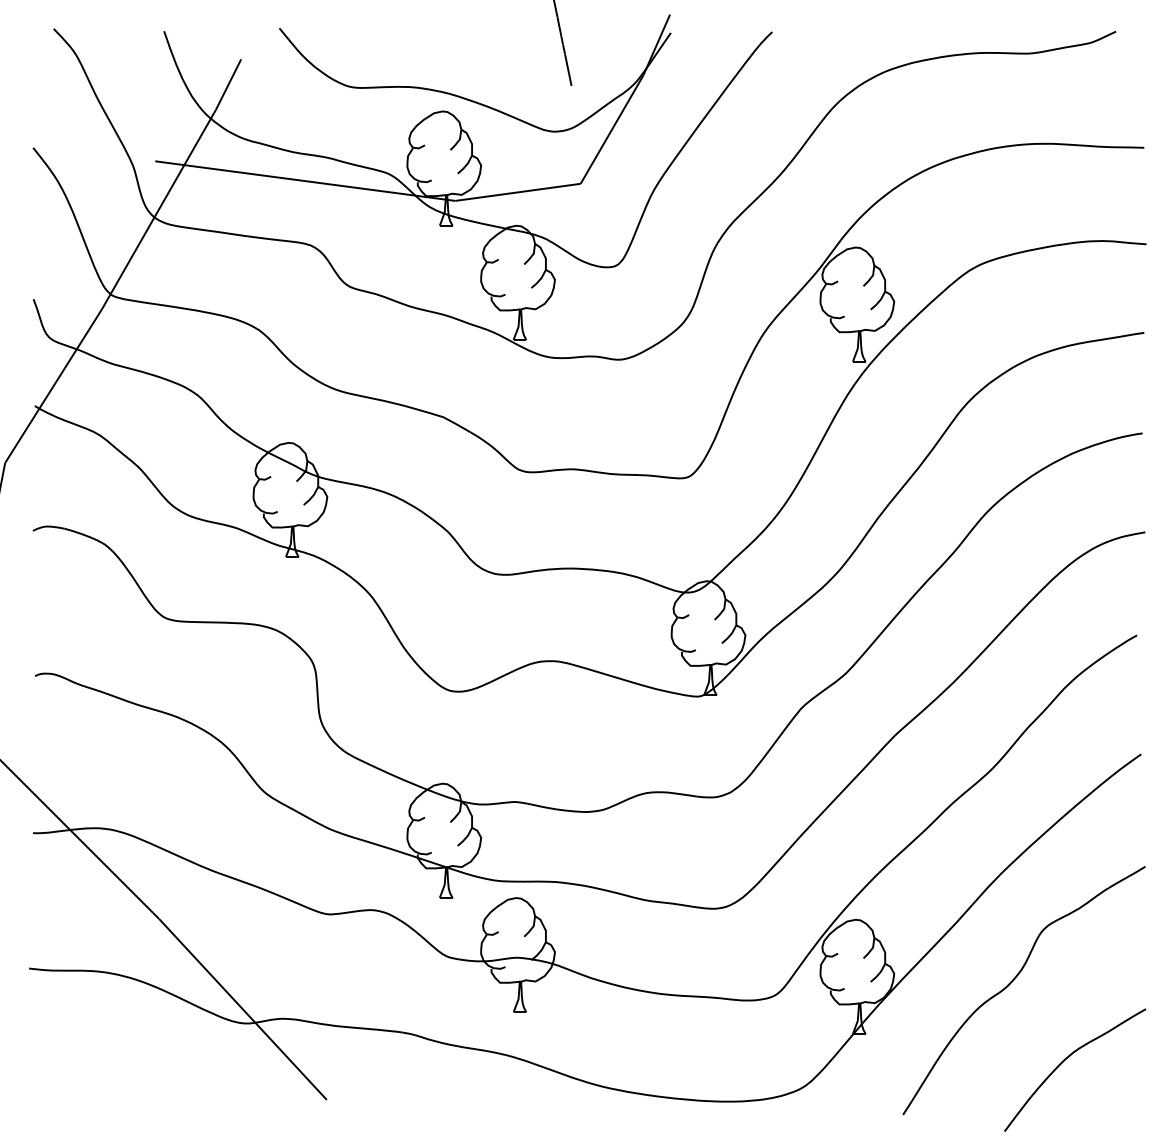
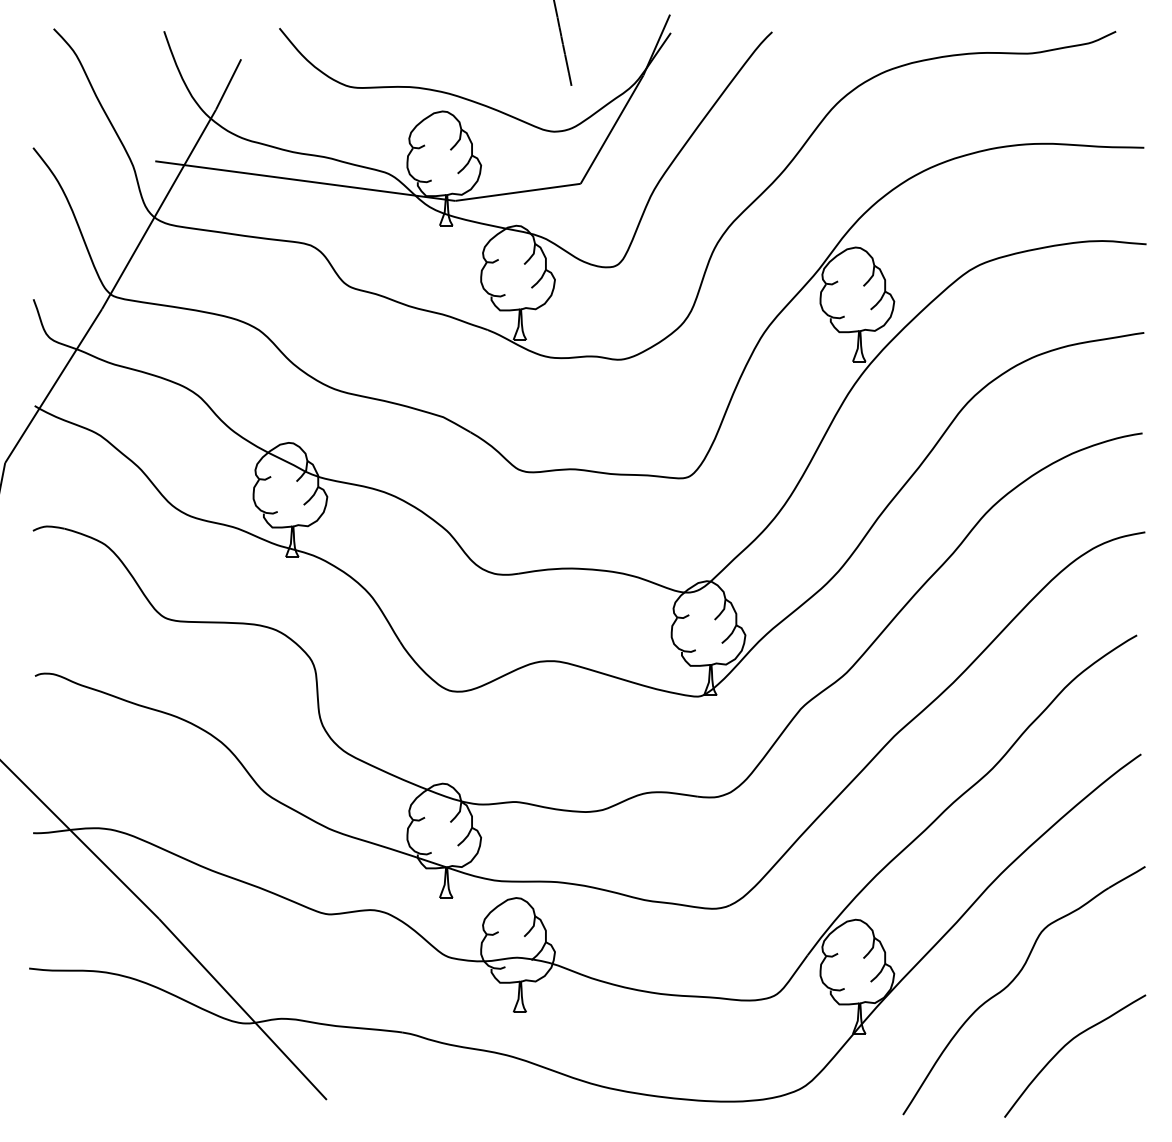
curve at (1069, 1057) position: (1069, 1057) -> (1069, 1043)
